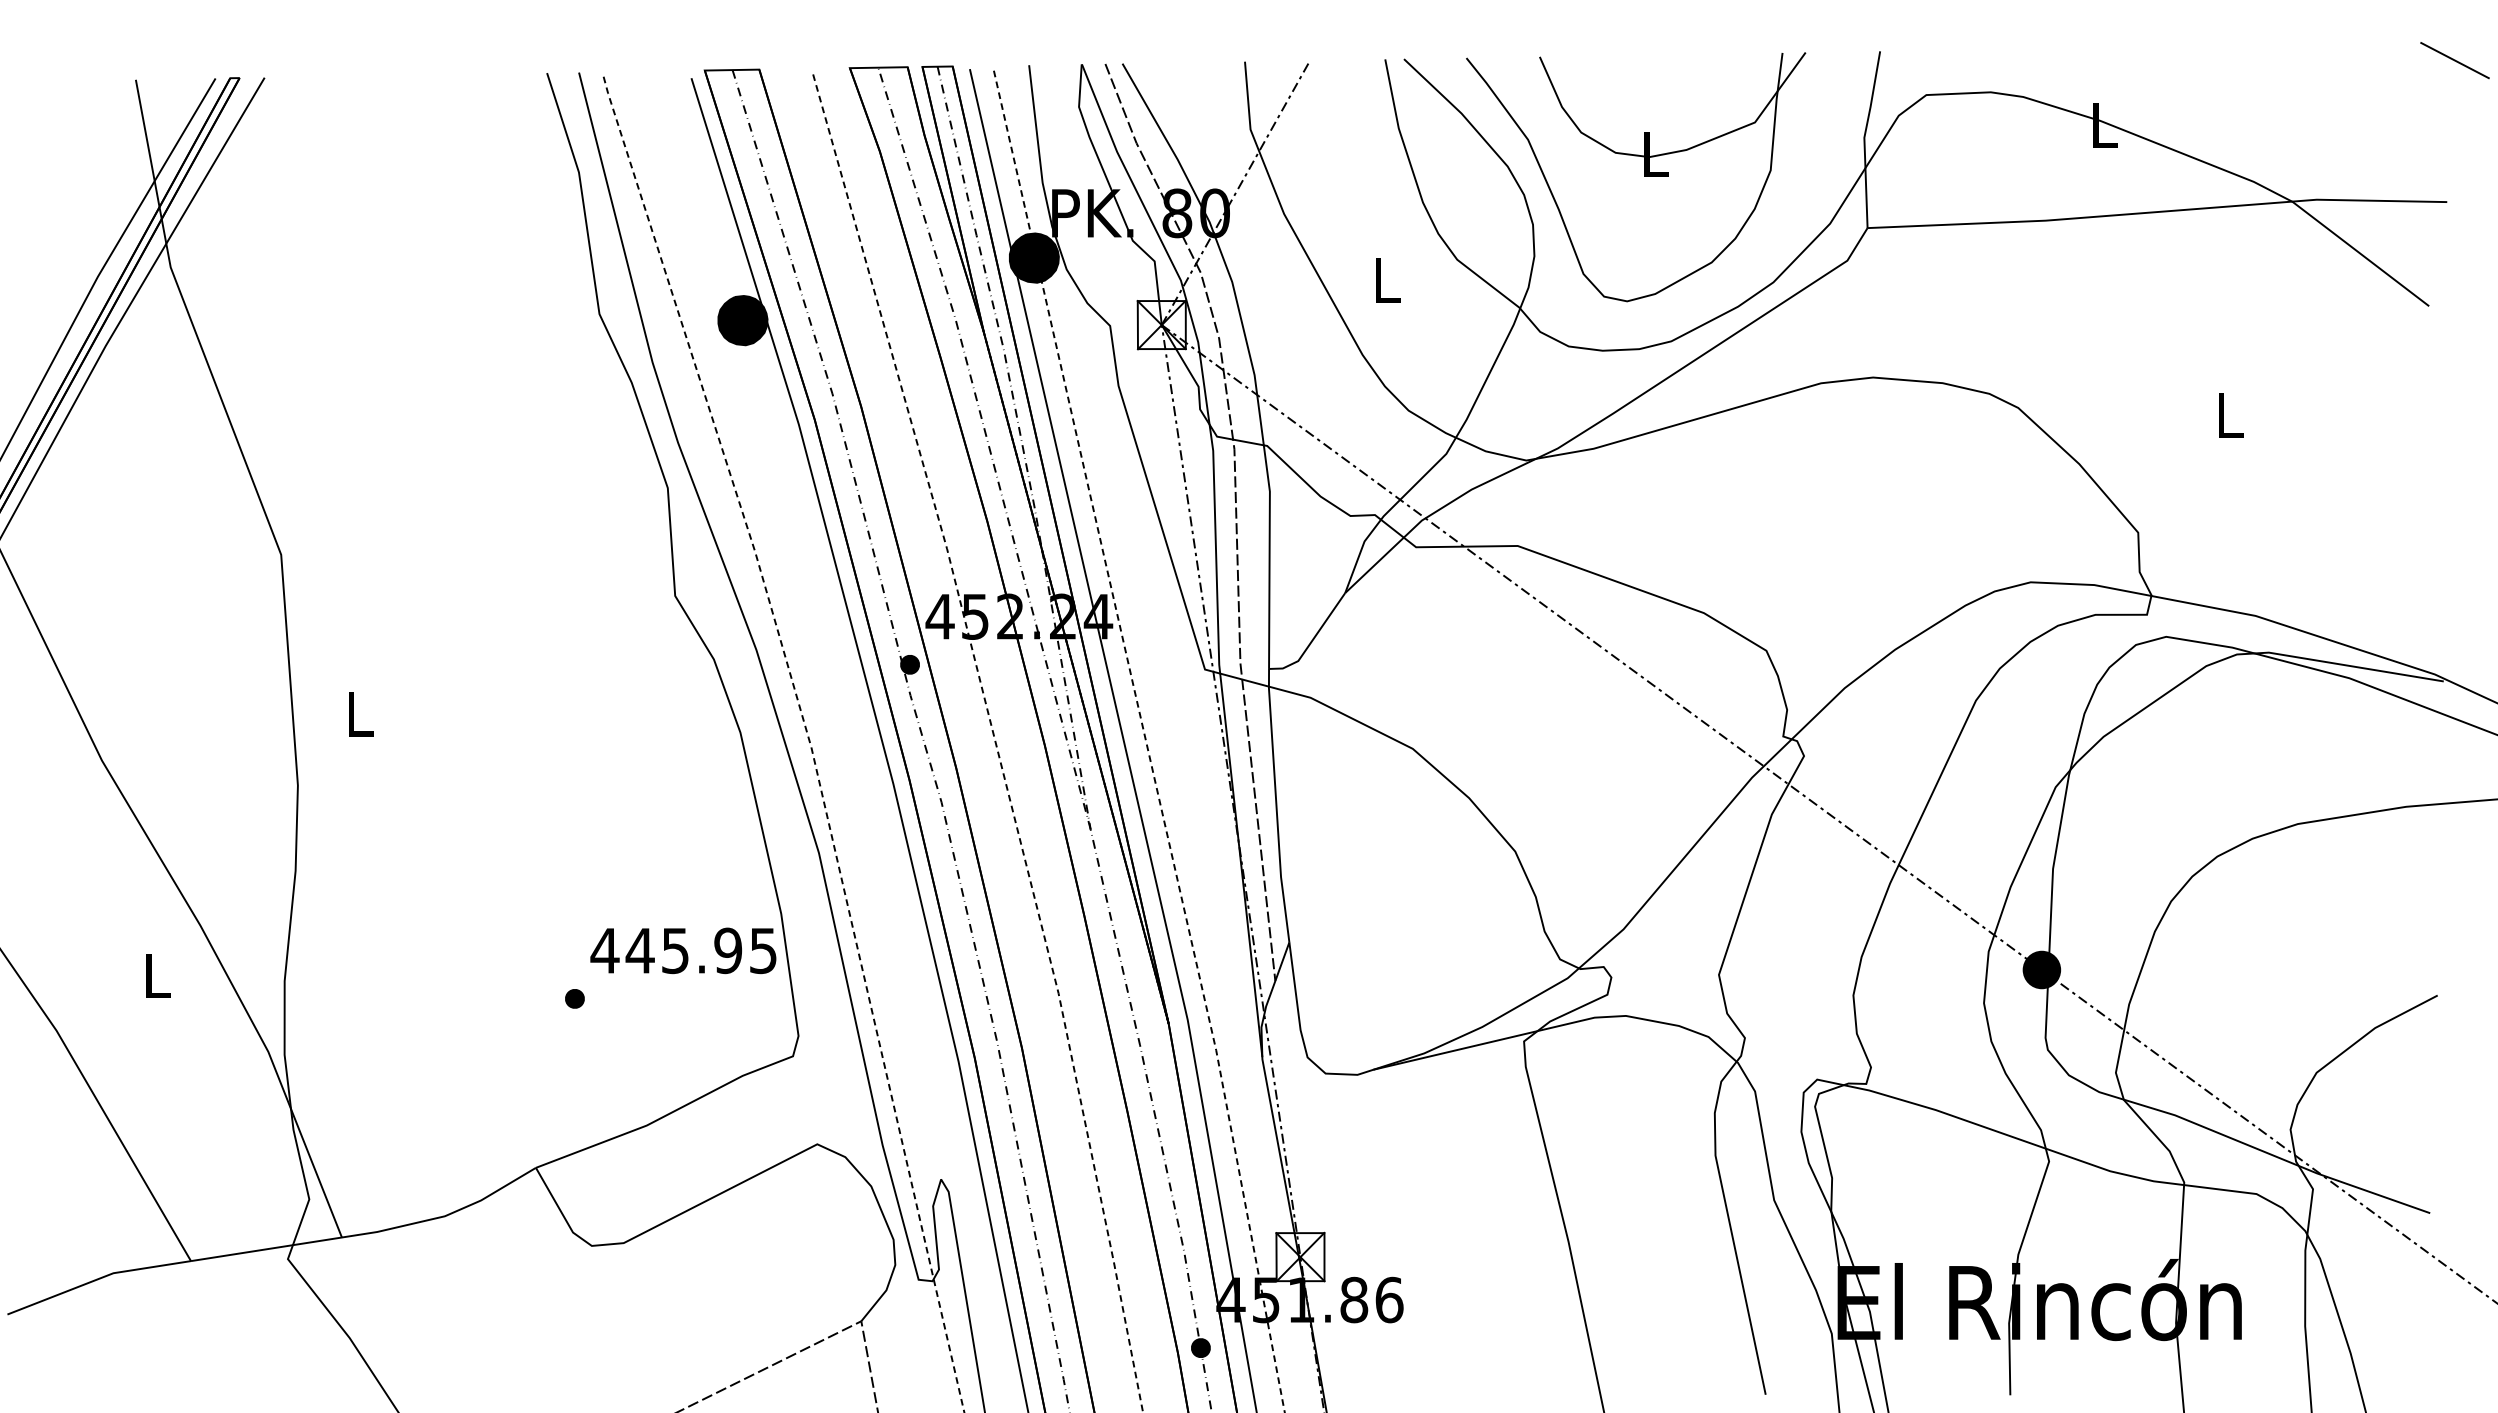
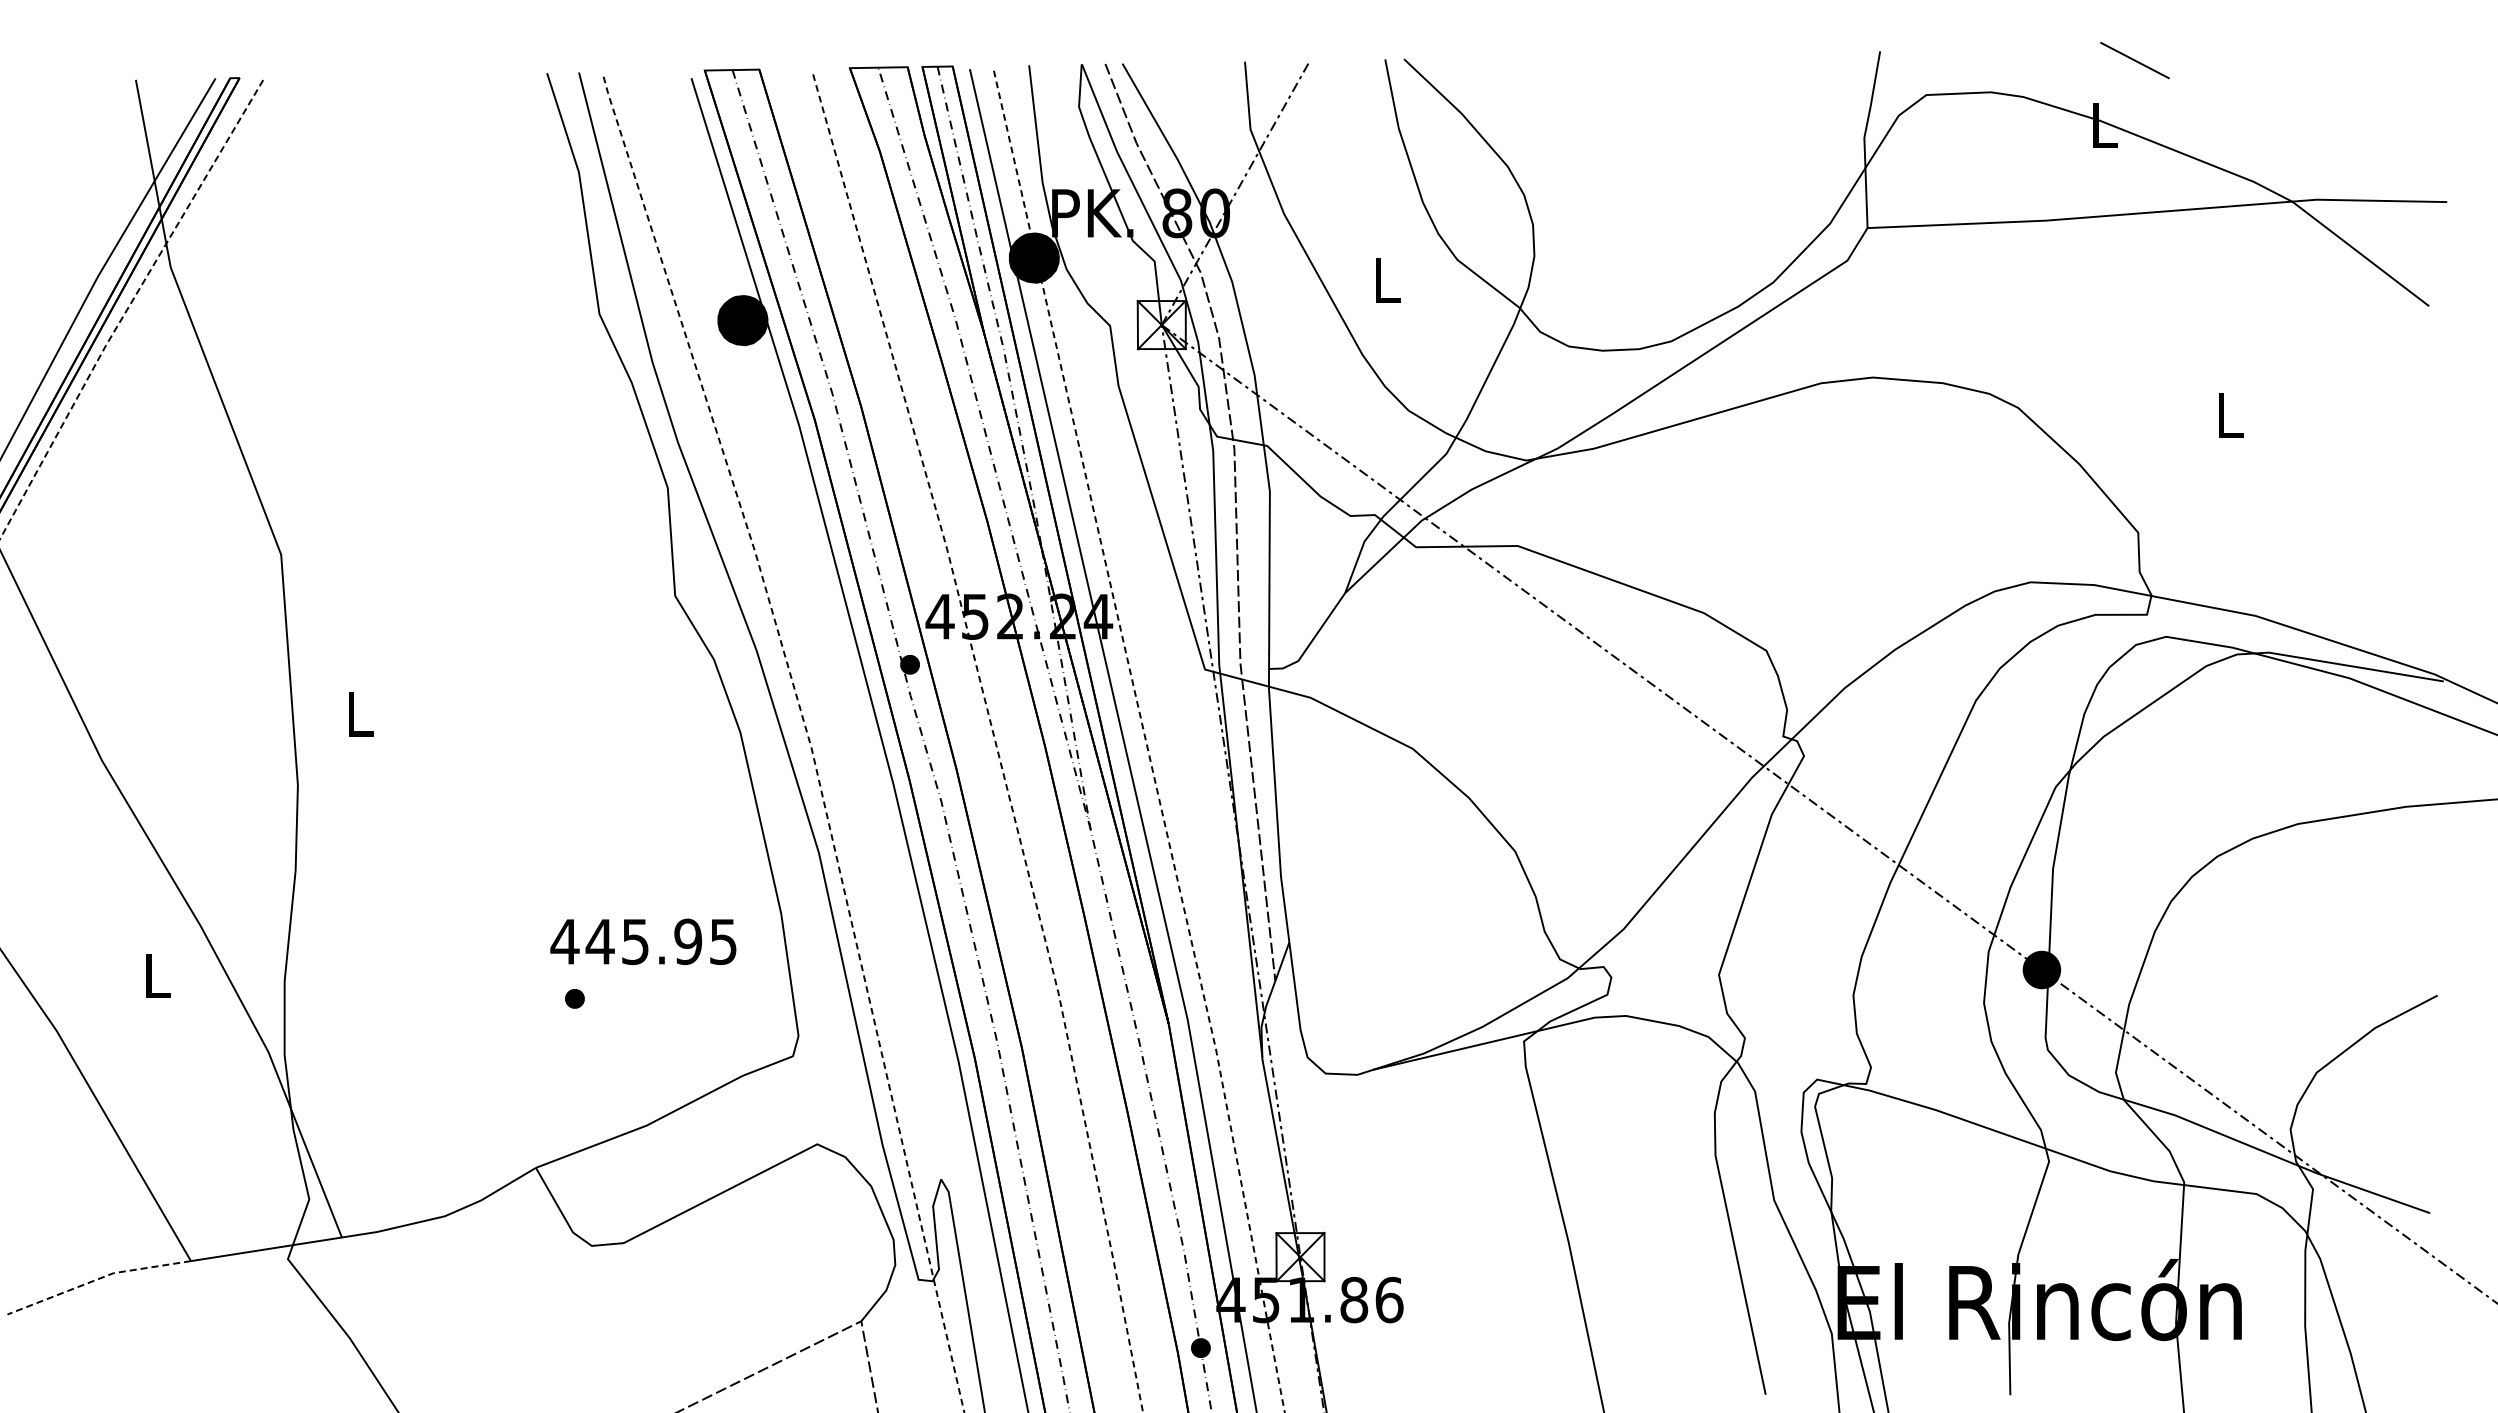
line at (2454, 60) position: (2454, 60) -> (2134, 60)
part at (1644, 176): present -> none
line at (129, 306): solid -> dashed
text at (683, 950) position: (683, 950) -> (643, 941)
line at (97, 1279): solid -> dashed
